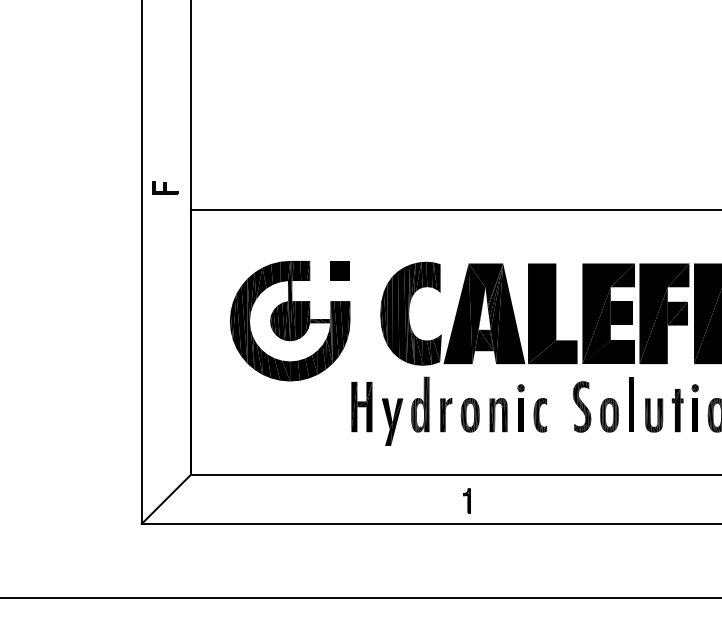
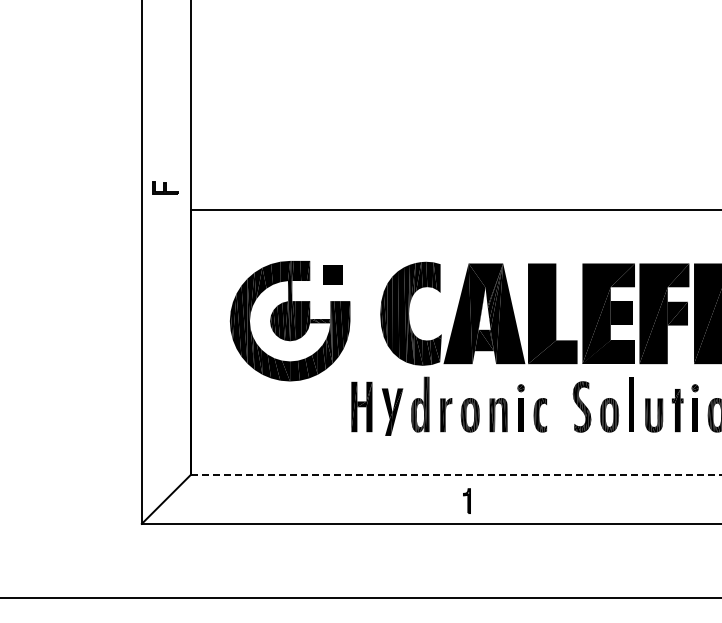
part at (339, 270) position: (339, 270) -> (332, 274)
part at (392, 421) position: (392, 421) -> (392, 411)
line at (456, 474): solid -> dashed
